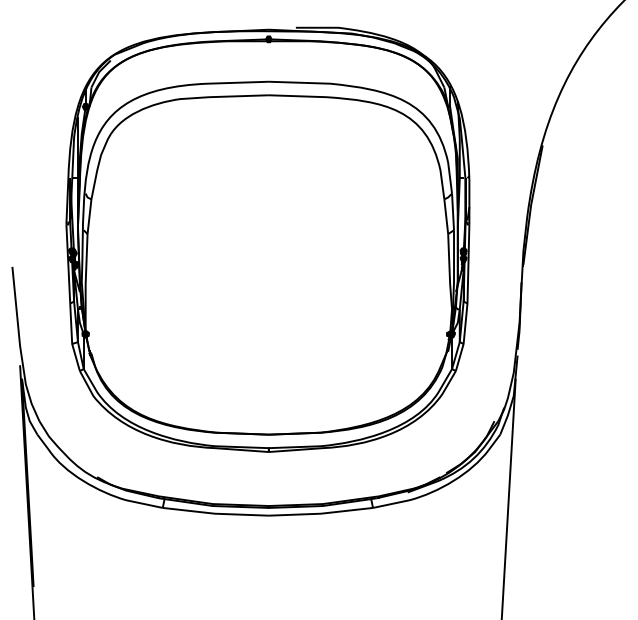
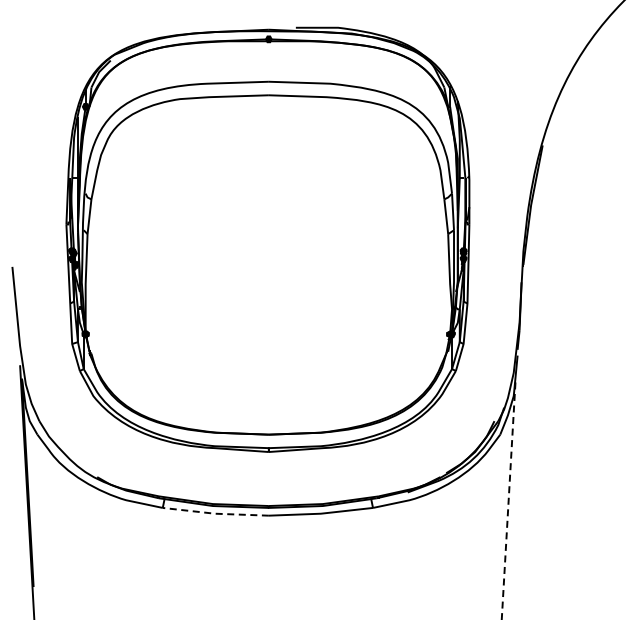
line at (508, 499): solid -> dashed
line at (214, 513): solid -> dashed
